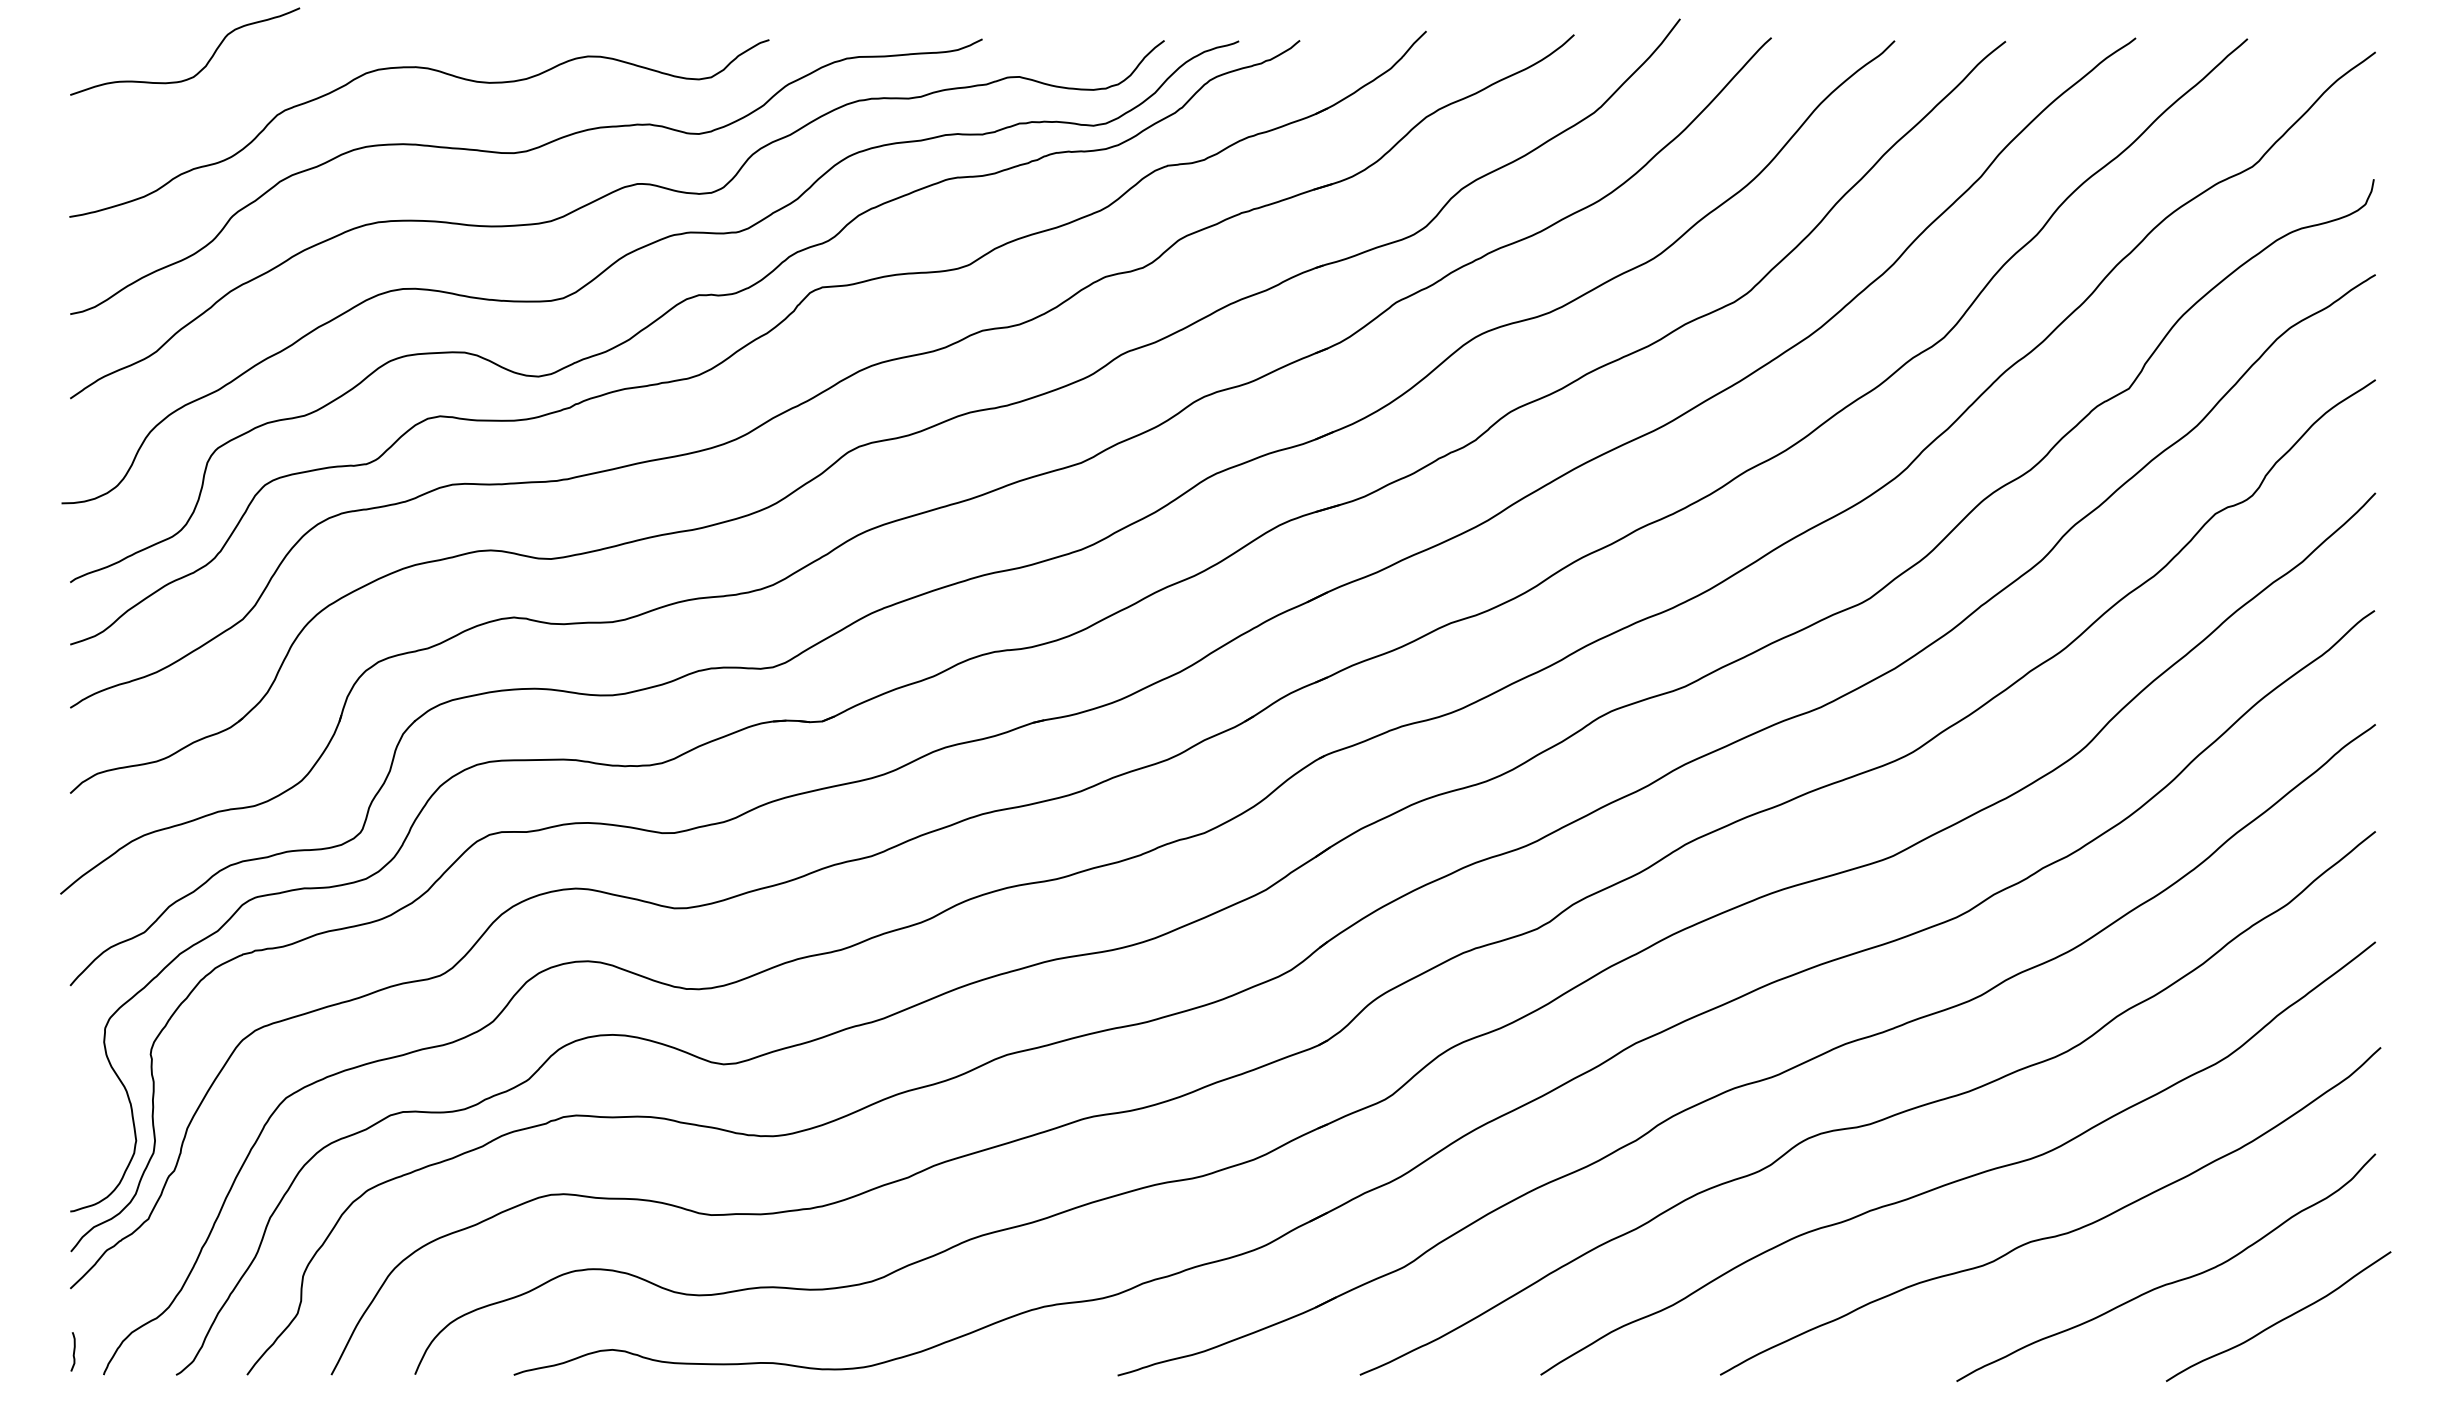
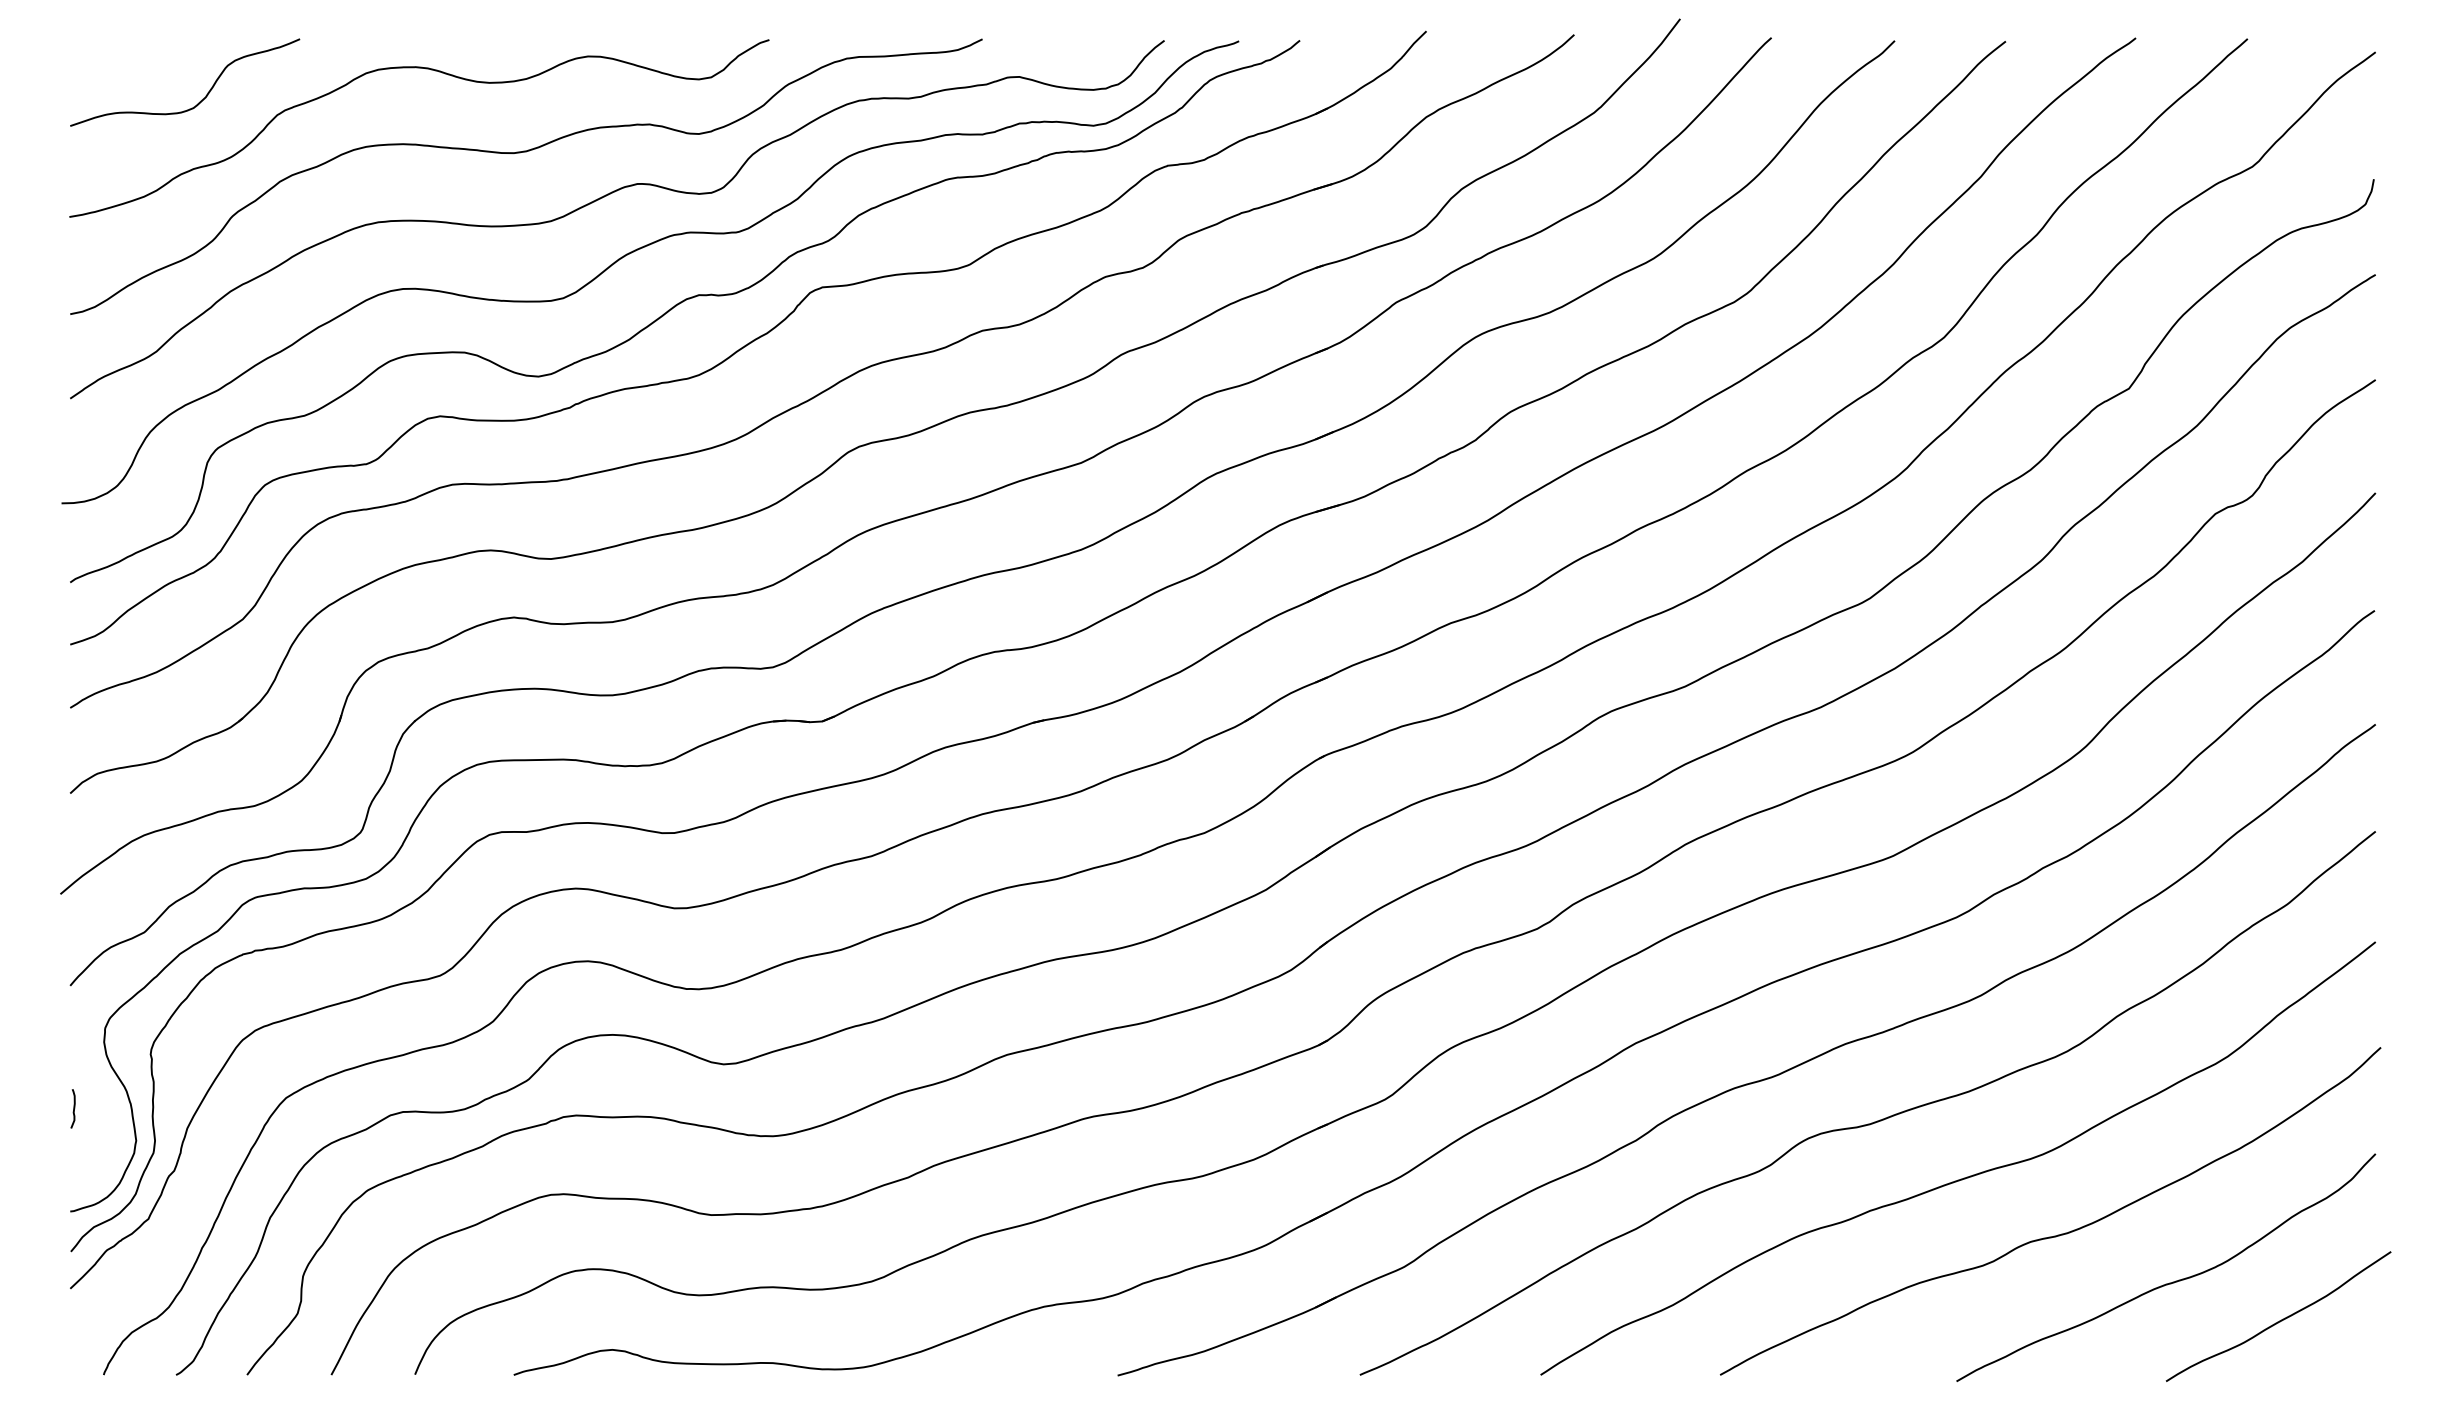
curve at (201, 68) position: (201, 68) -> (201, 99)
curve at (73, 1351) position: (73, 1351) -> (73, 1108)
